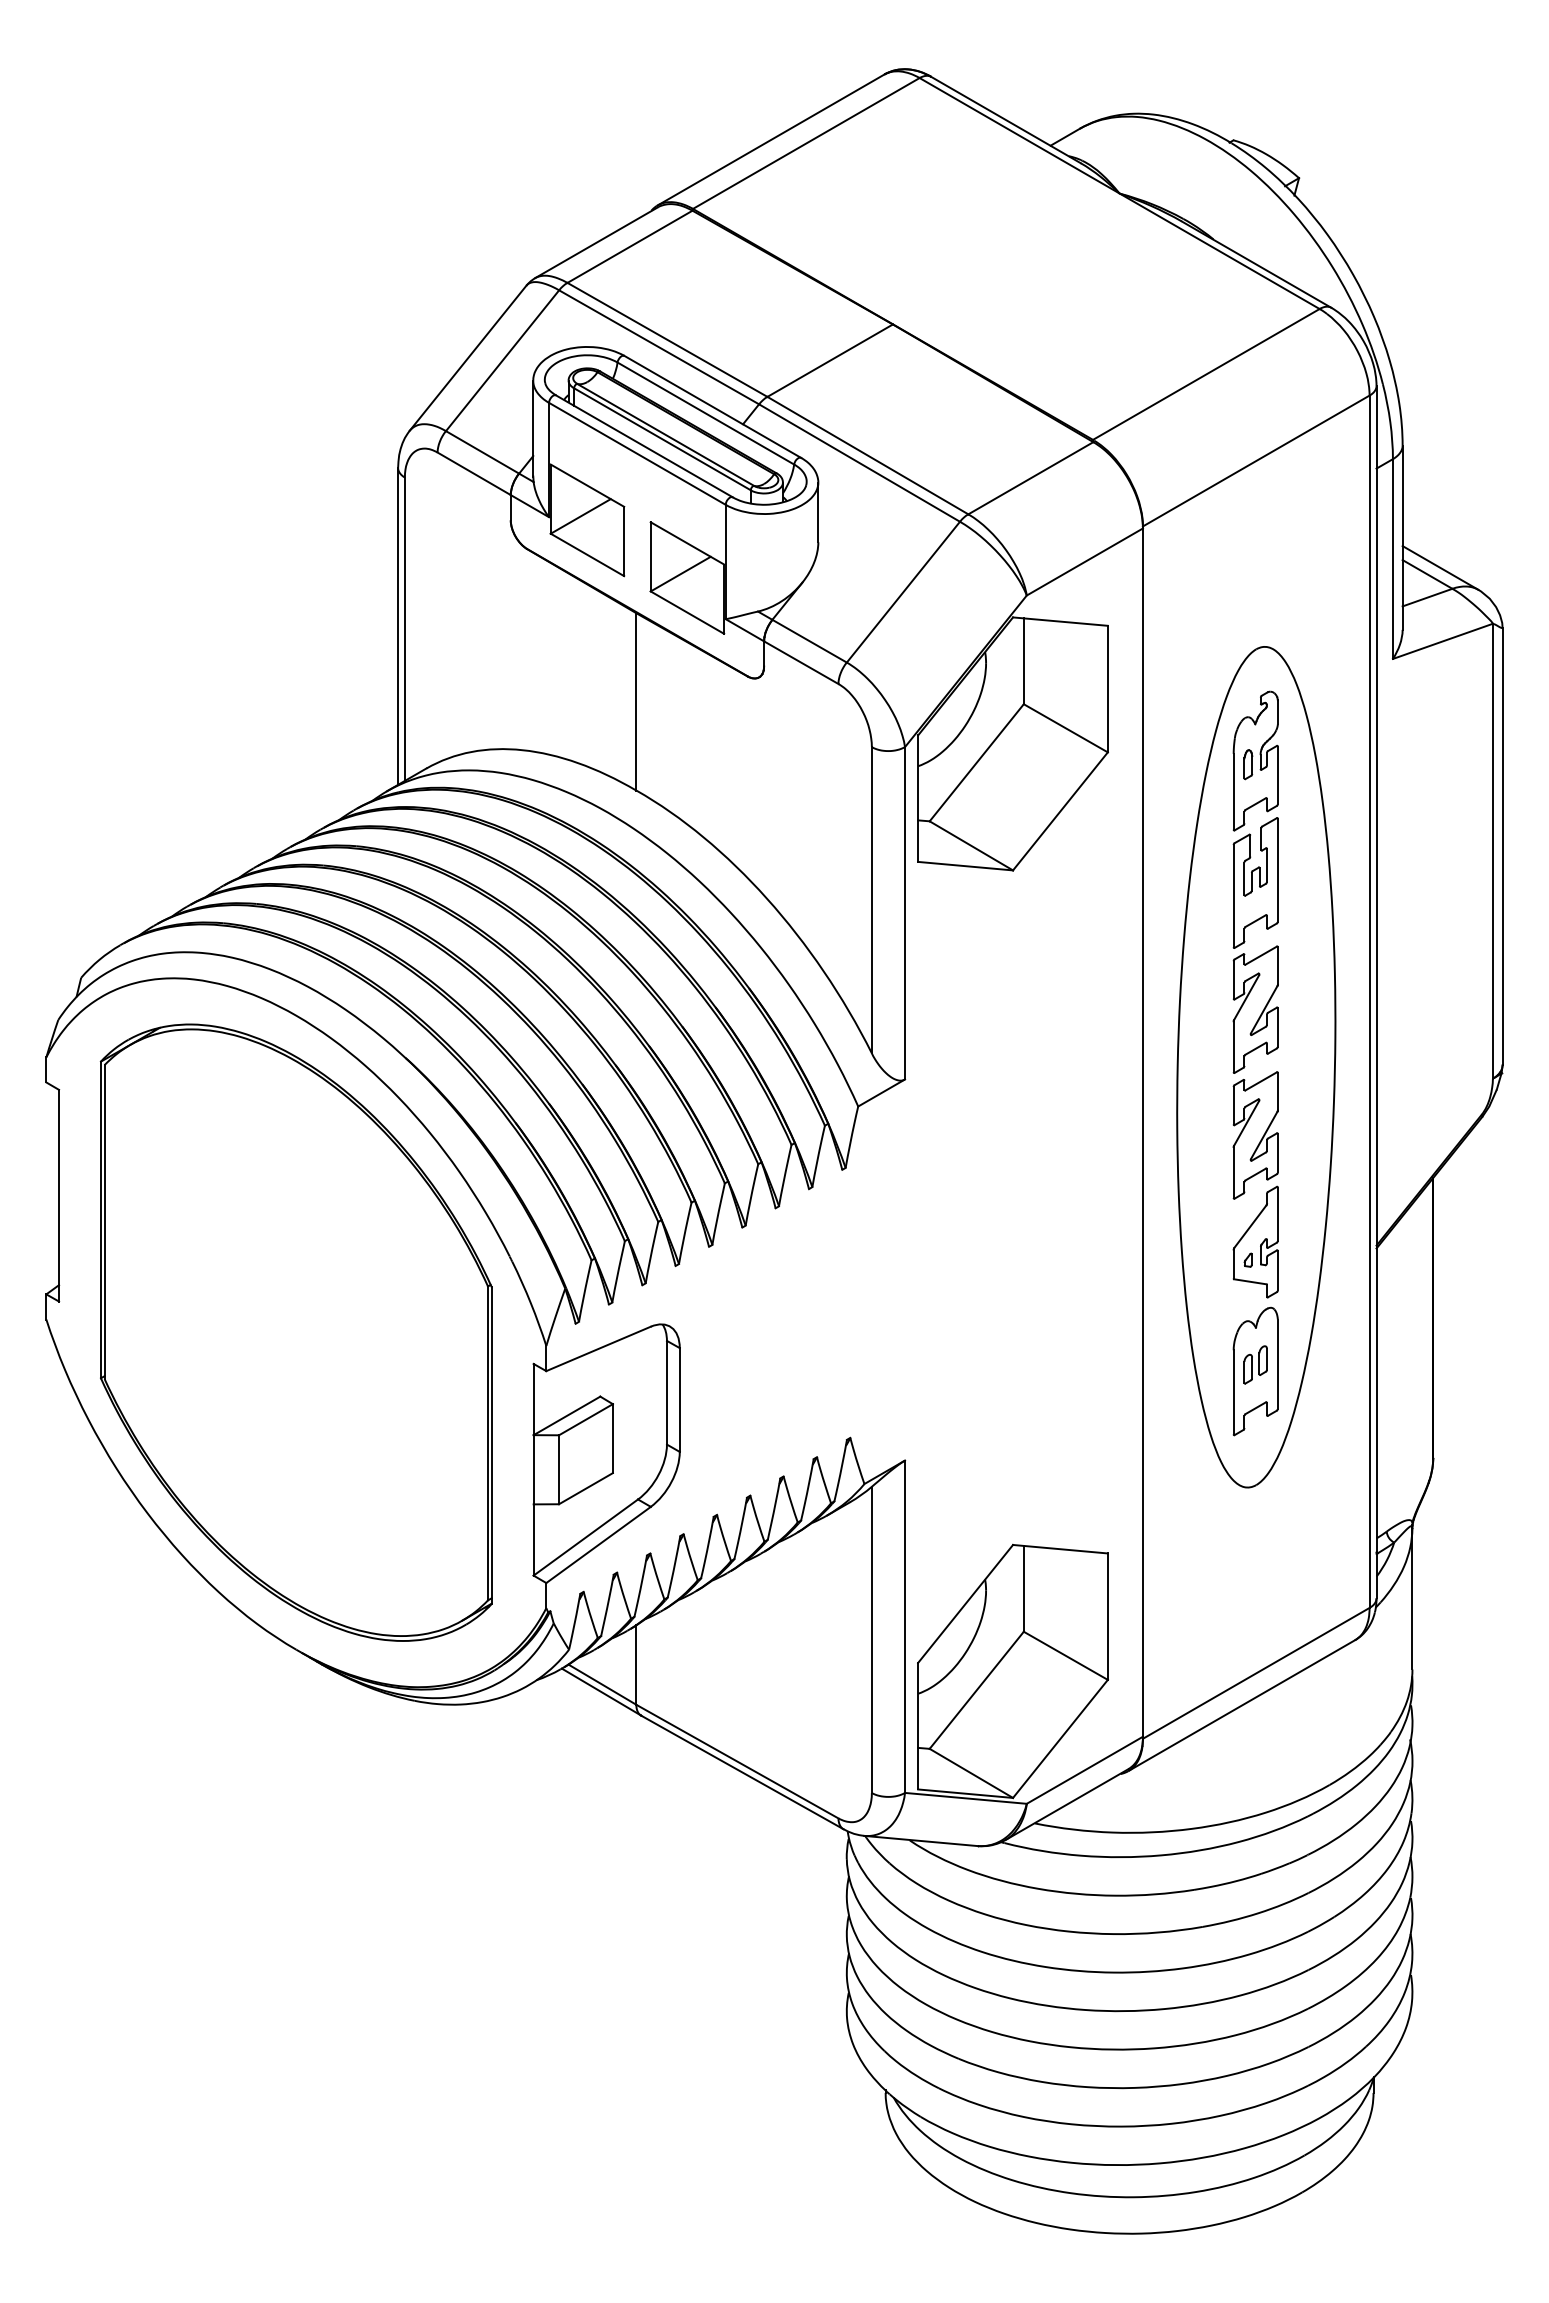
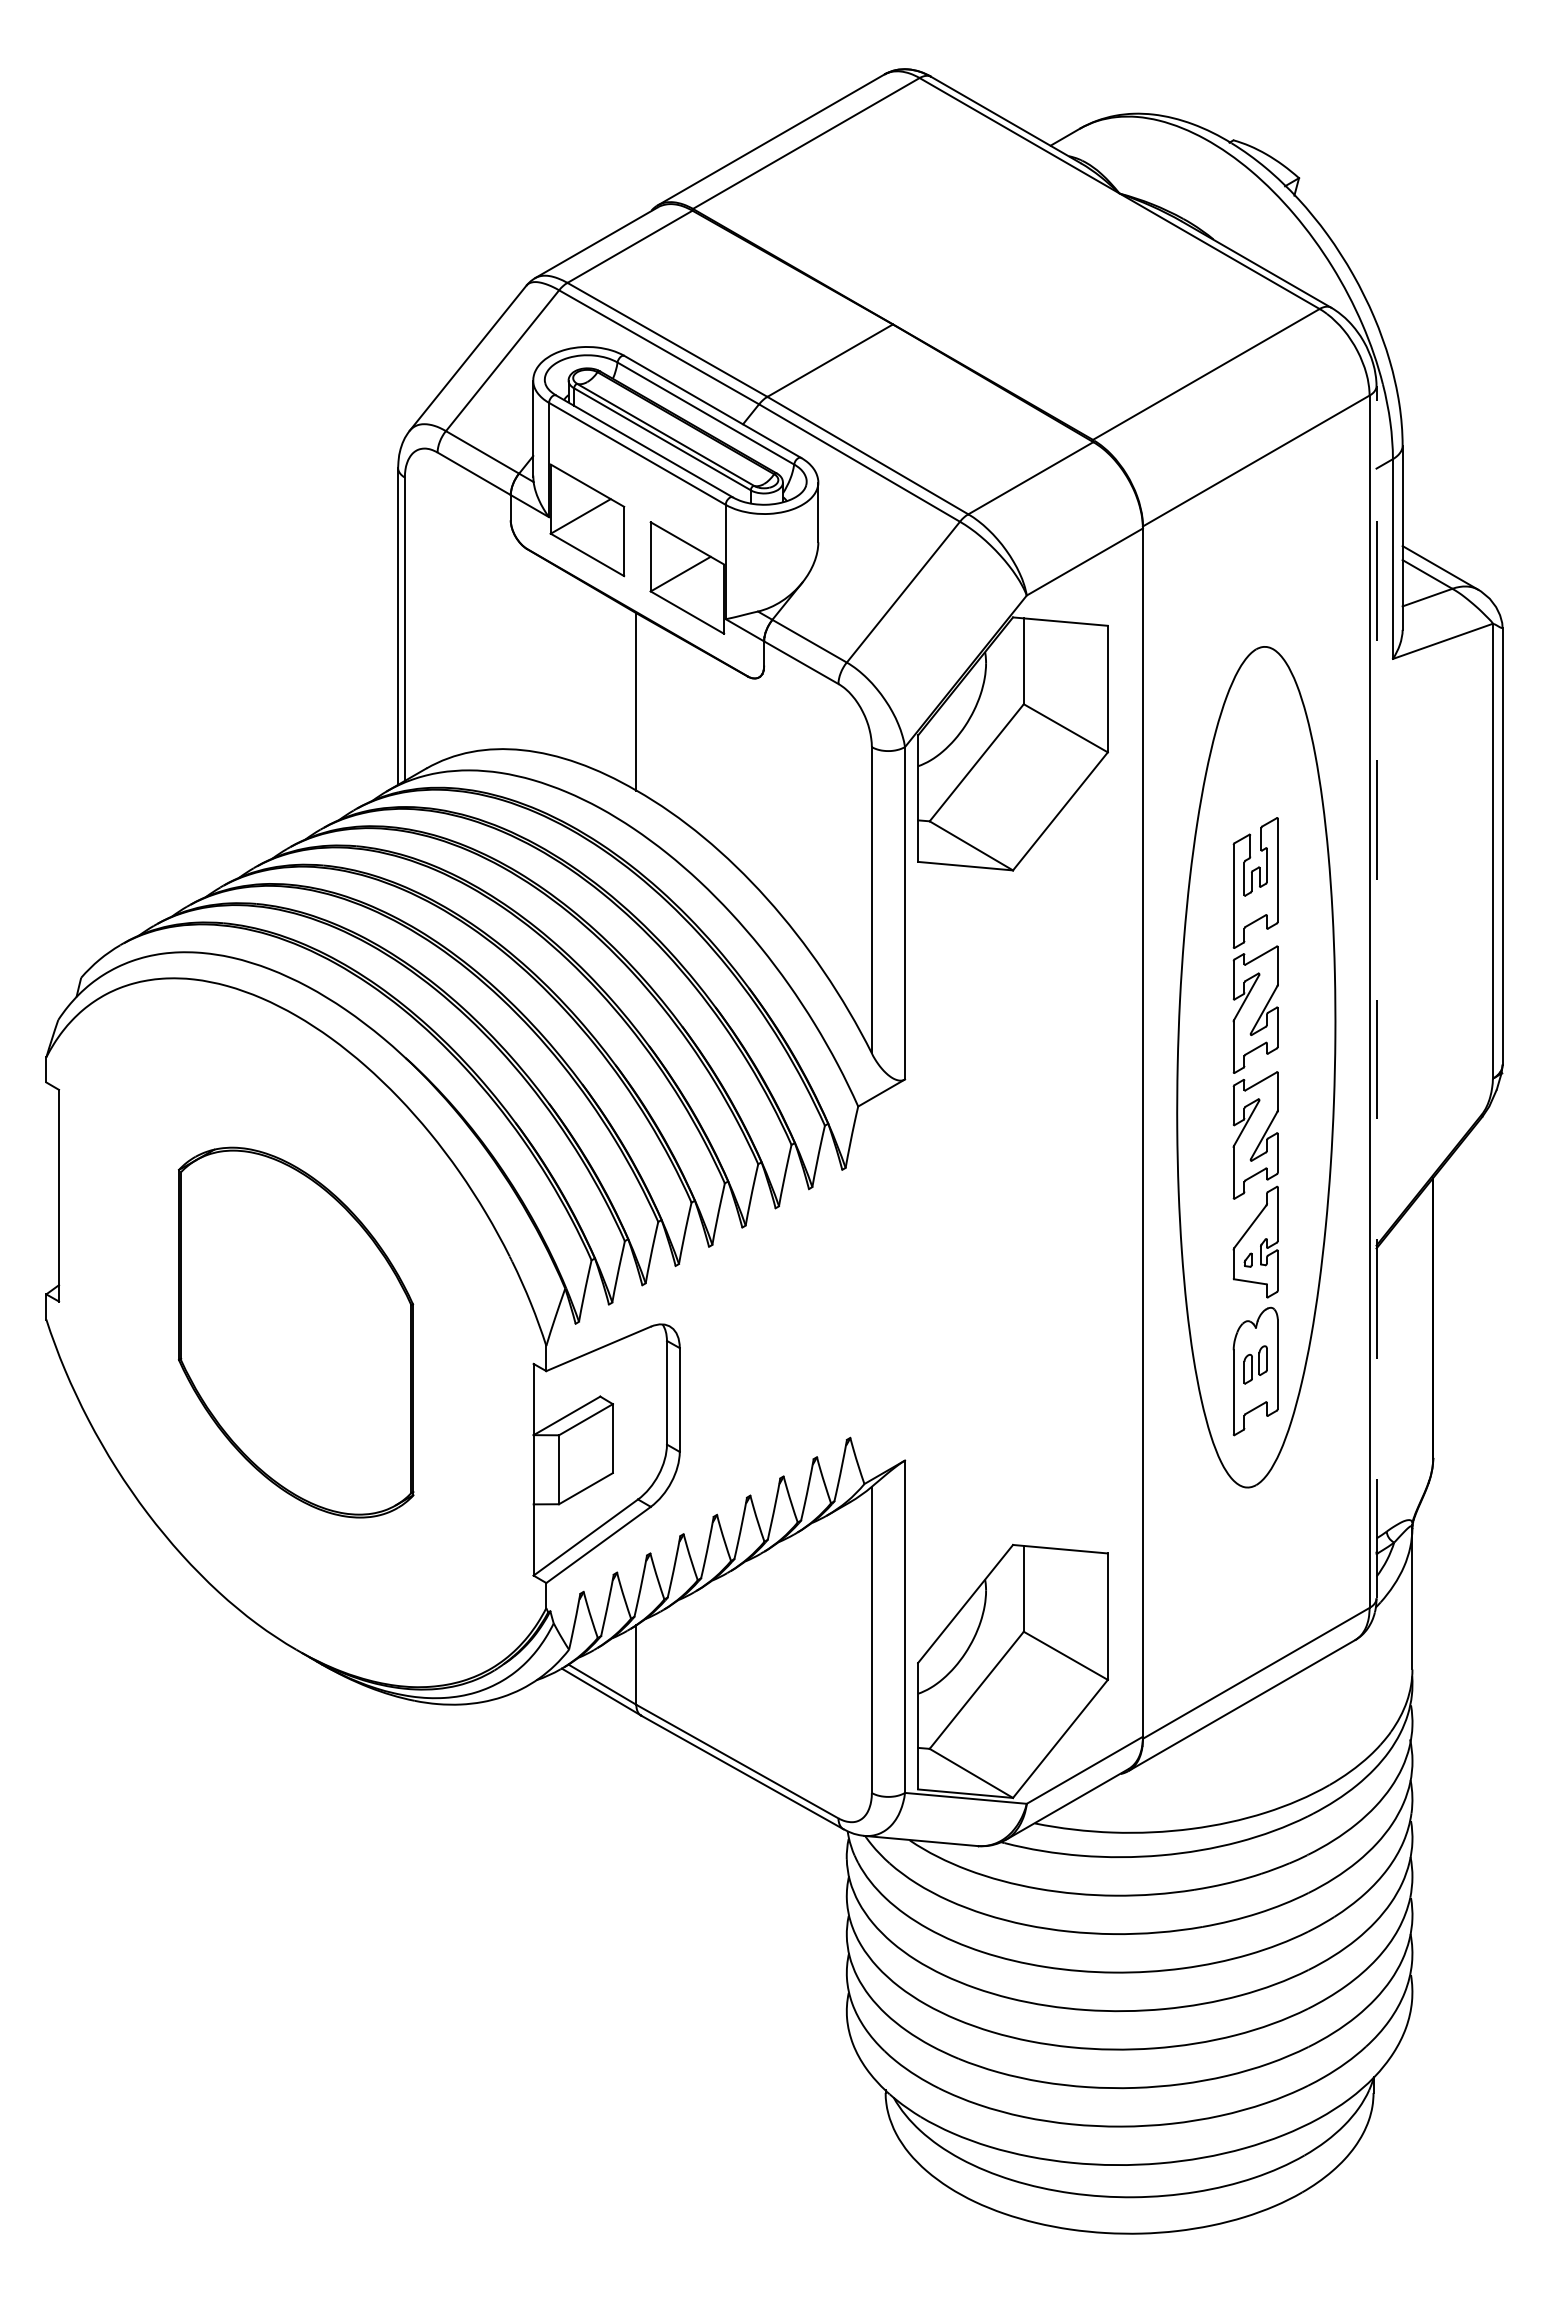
part at (1255, 760): present -> none
line at (1376, 991): solid -> dashed
part at (295, 1332) size: 394x619 px -> 238x373 px
